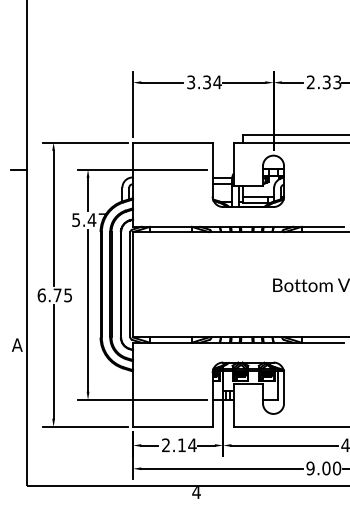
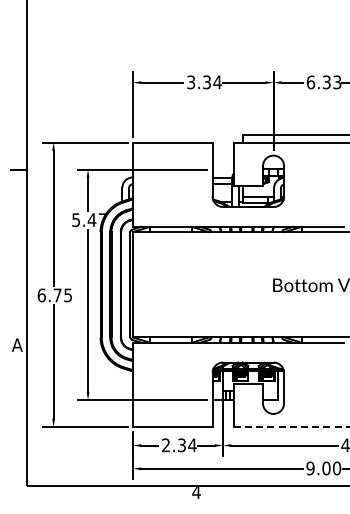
text at (310, 82): 2.33 -> 6.33
line at (291, 427): solid -> dashed
text at (181, 445): 2.14 -> 2.34
